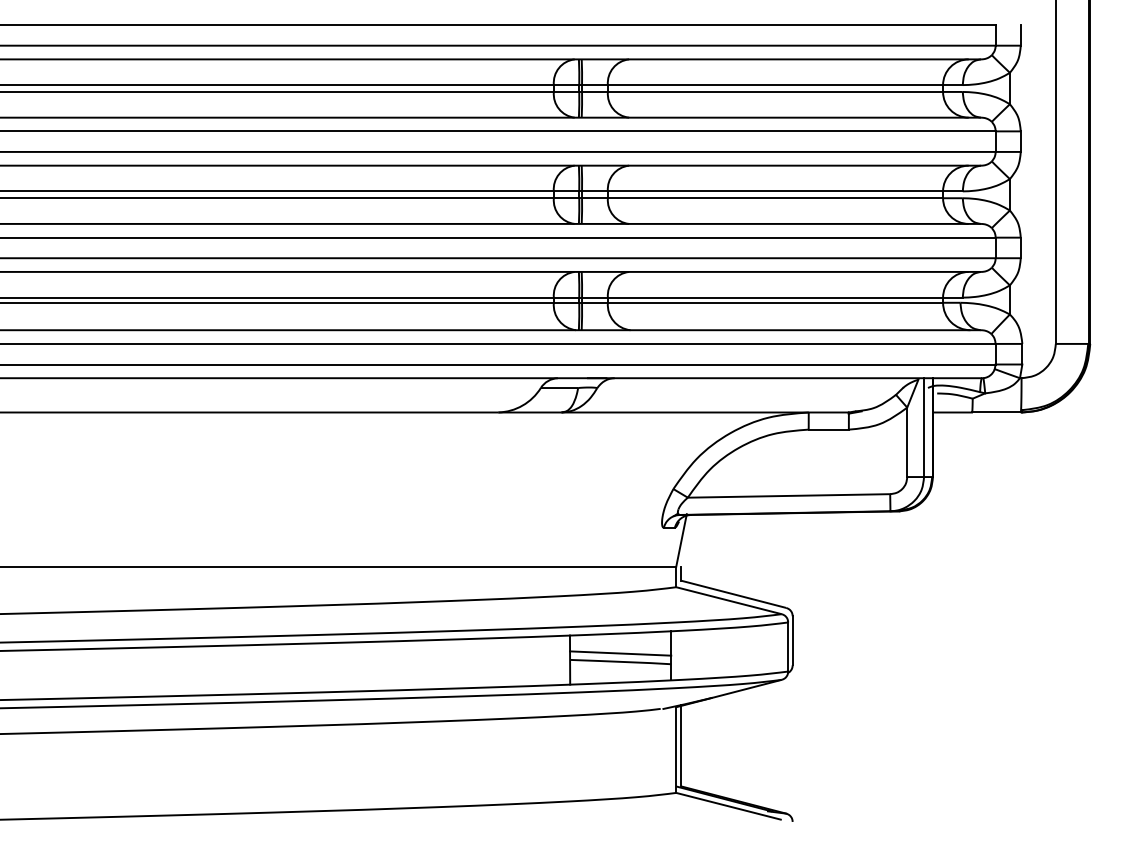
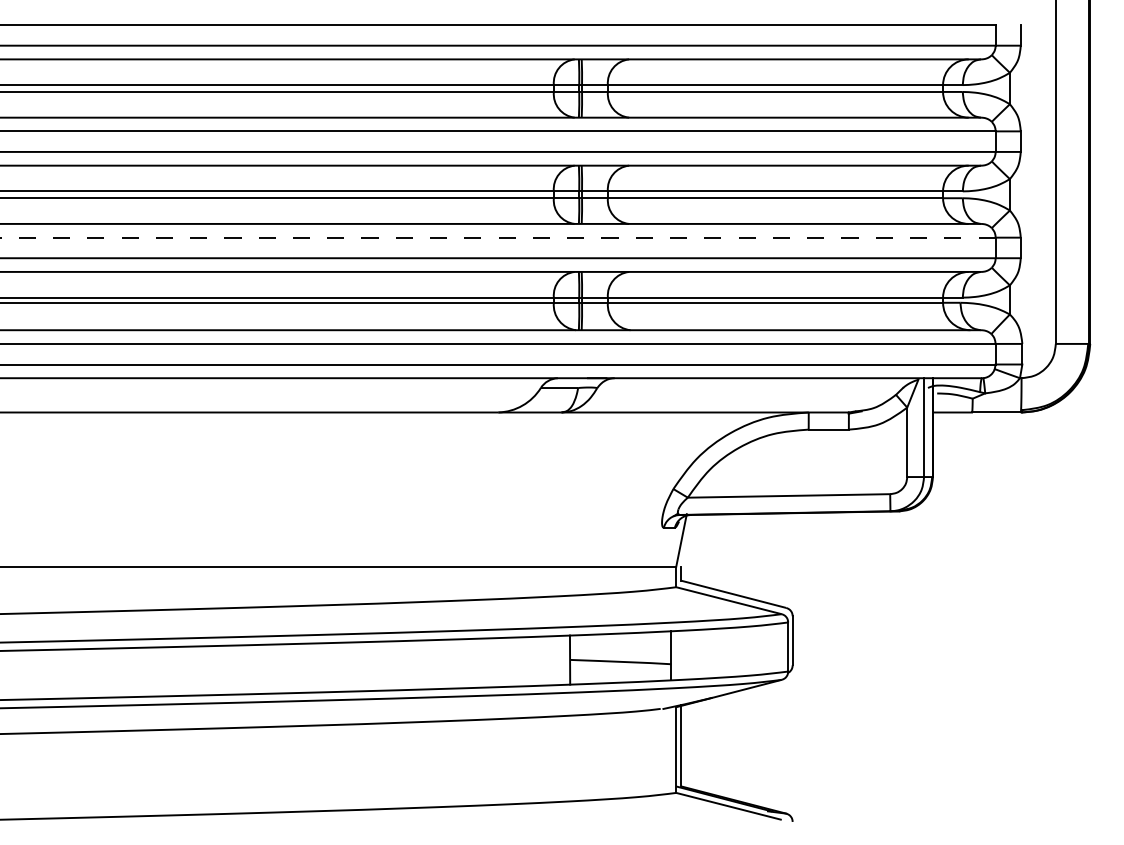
line at (497, 237): solid -> dashed
line at (620, 653): present -> none
